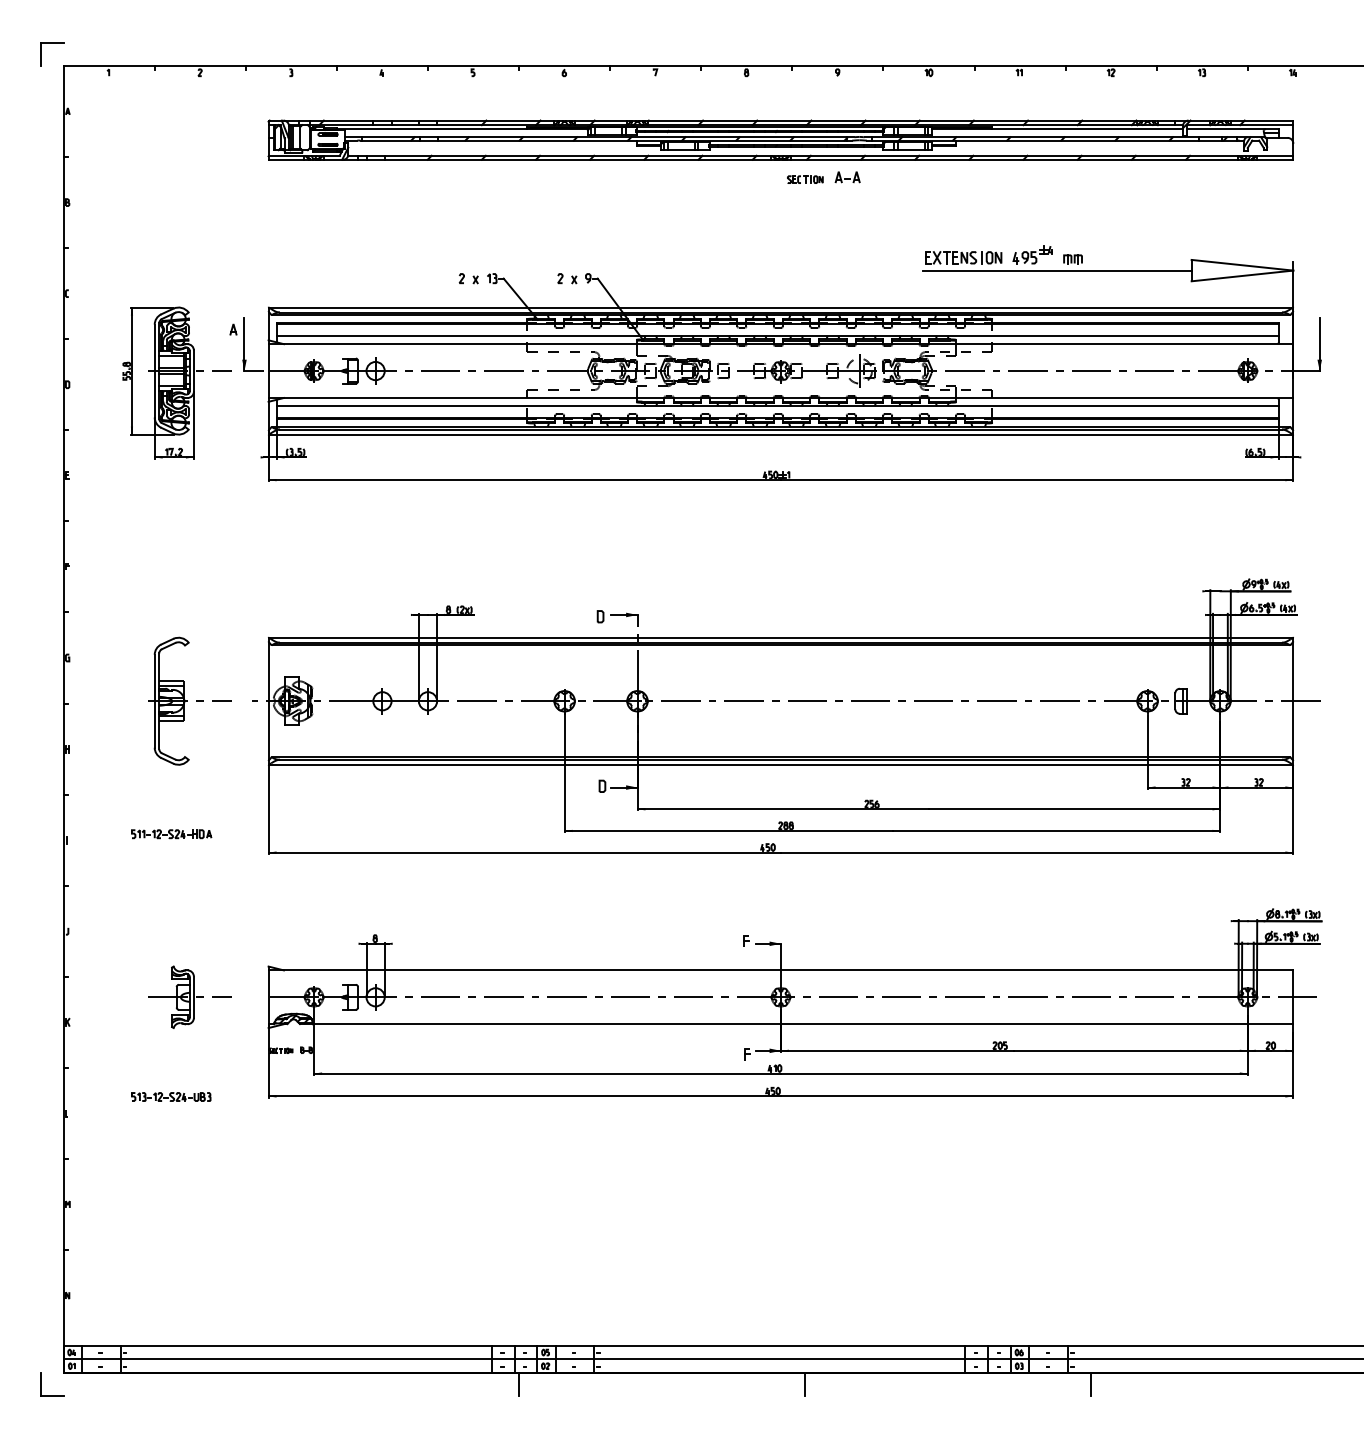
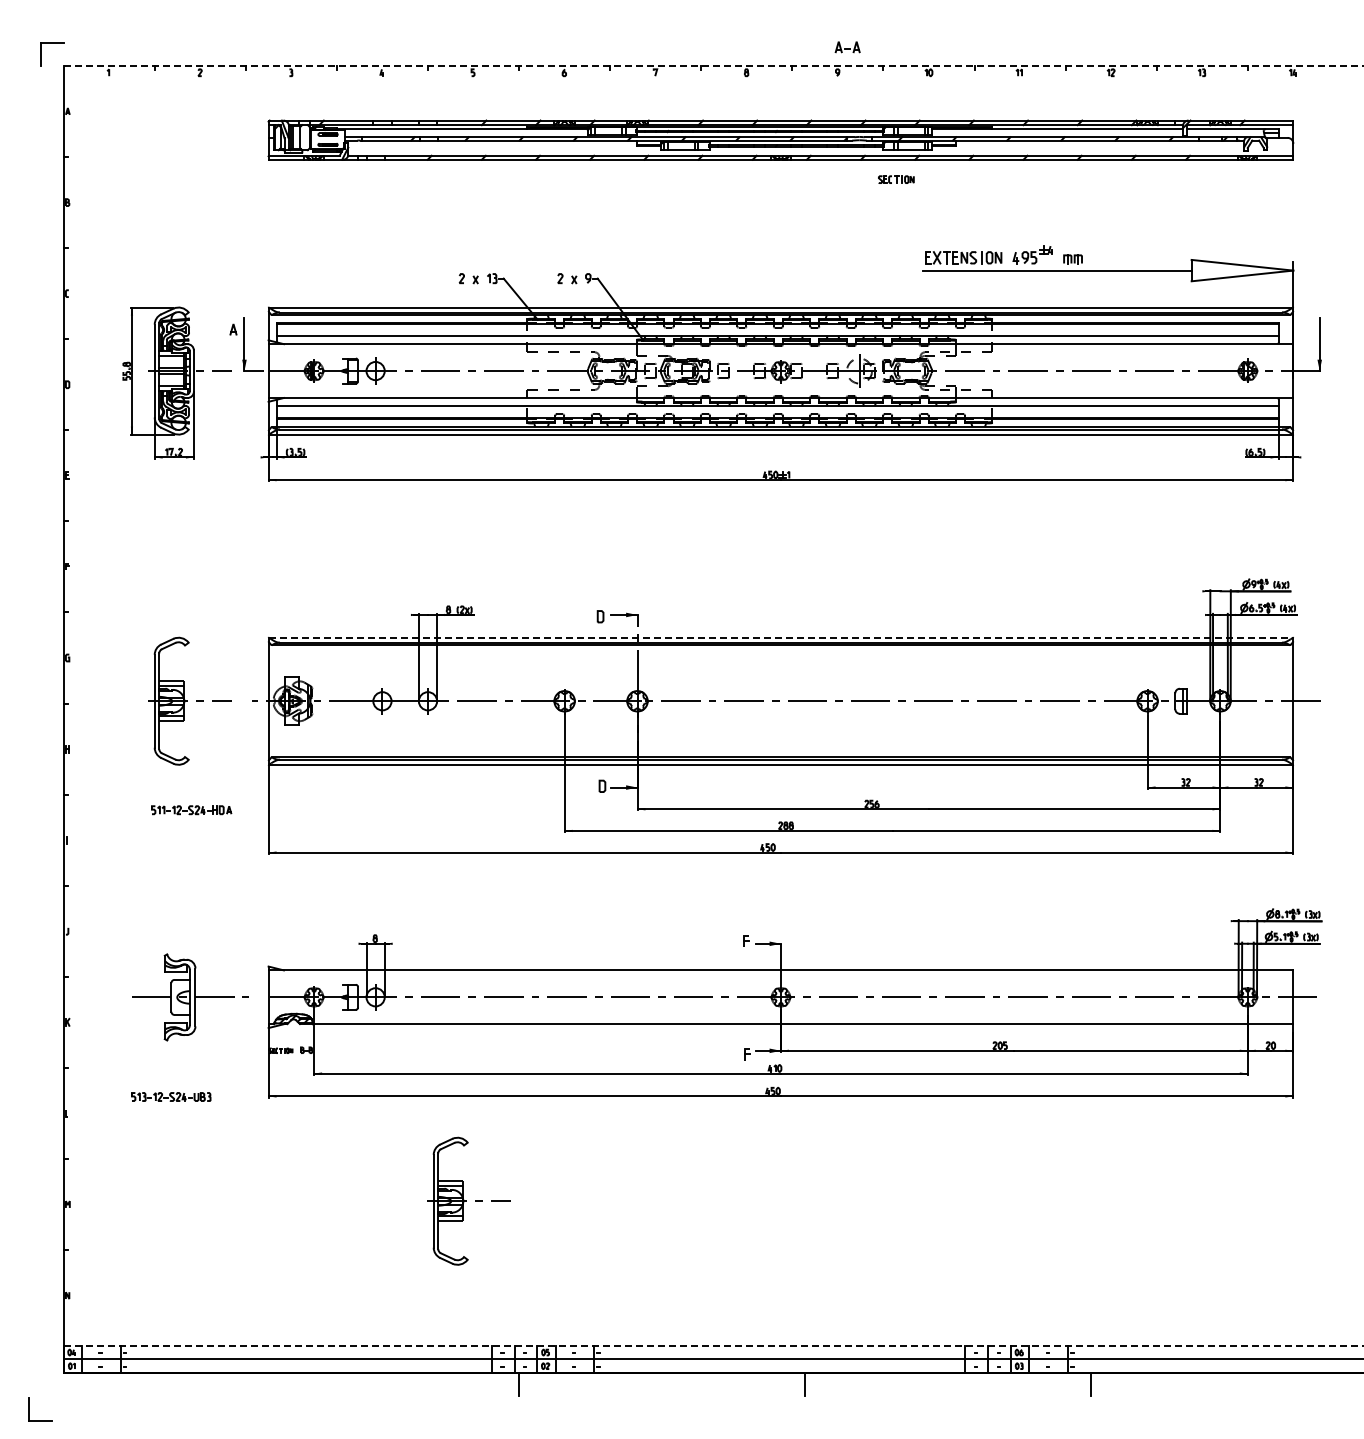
line at (713, 65): solid -> dashed
part at (847, 177) position: (847, 177) -> (847, 47)
part at (805, 179) position: (805, 179) -> (896, 179)
line at (781, 637): solid -> dashed
part at (171, 834) position: (171, 834) -> (191, 810)
part at (189, 996) size: 84x64 px -> 117x89 px
part at (468, 1200): none -> present
line at (714, 1345): solid -> dashed
part at (41, 1384) position: (41, 1384) -> (29, 1409)
